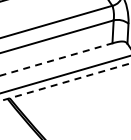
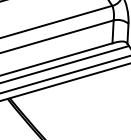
line at (57, 59): dashed -> solid
line at (64, 64): none -> present
line at (65, 82): dashed -> solid
